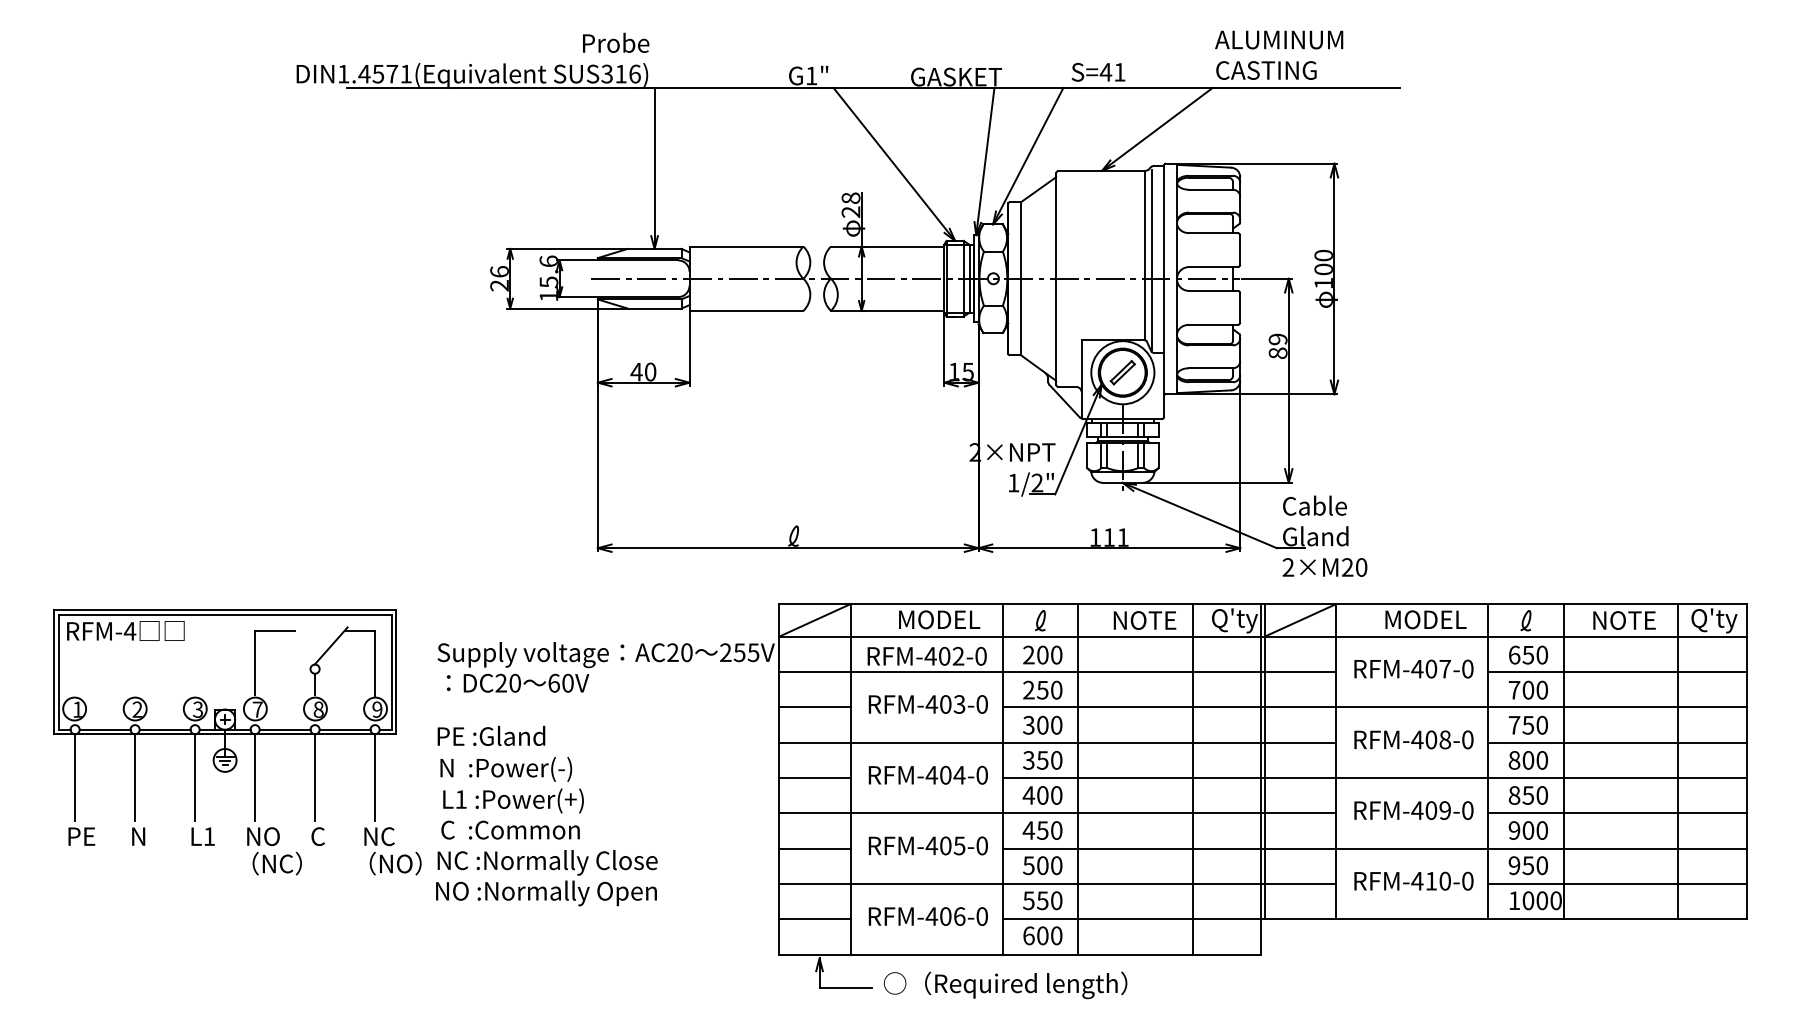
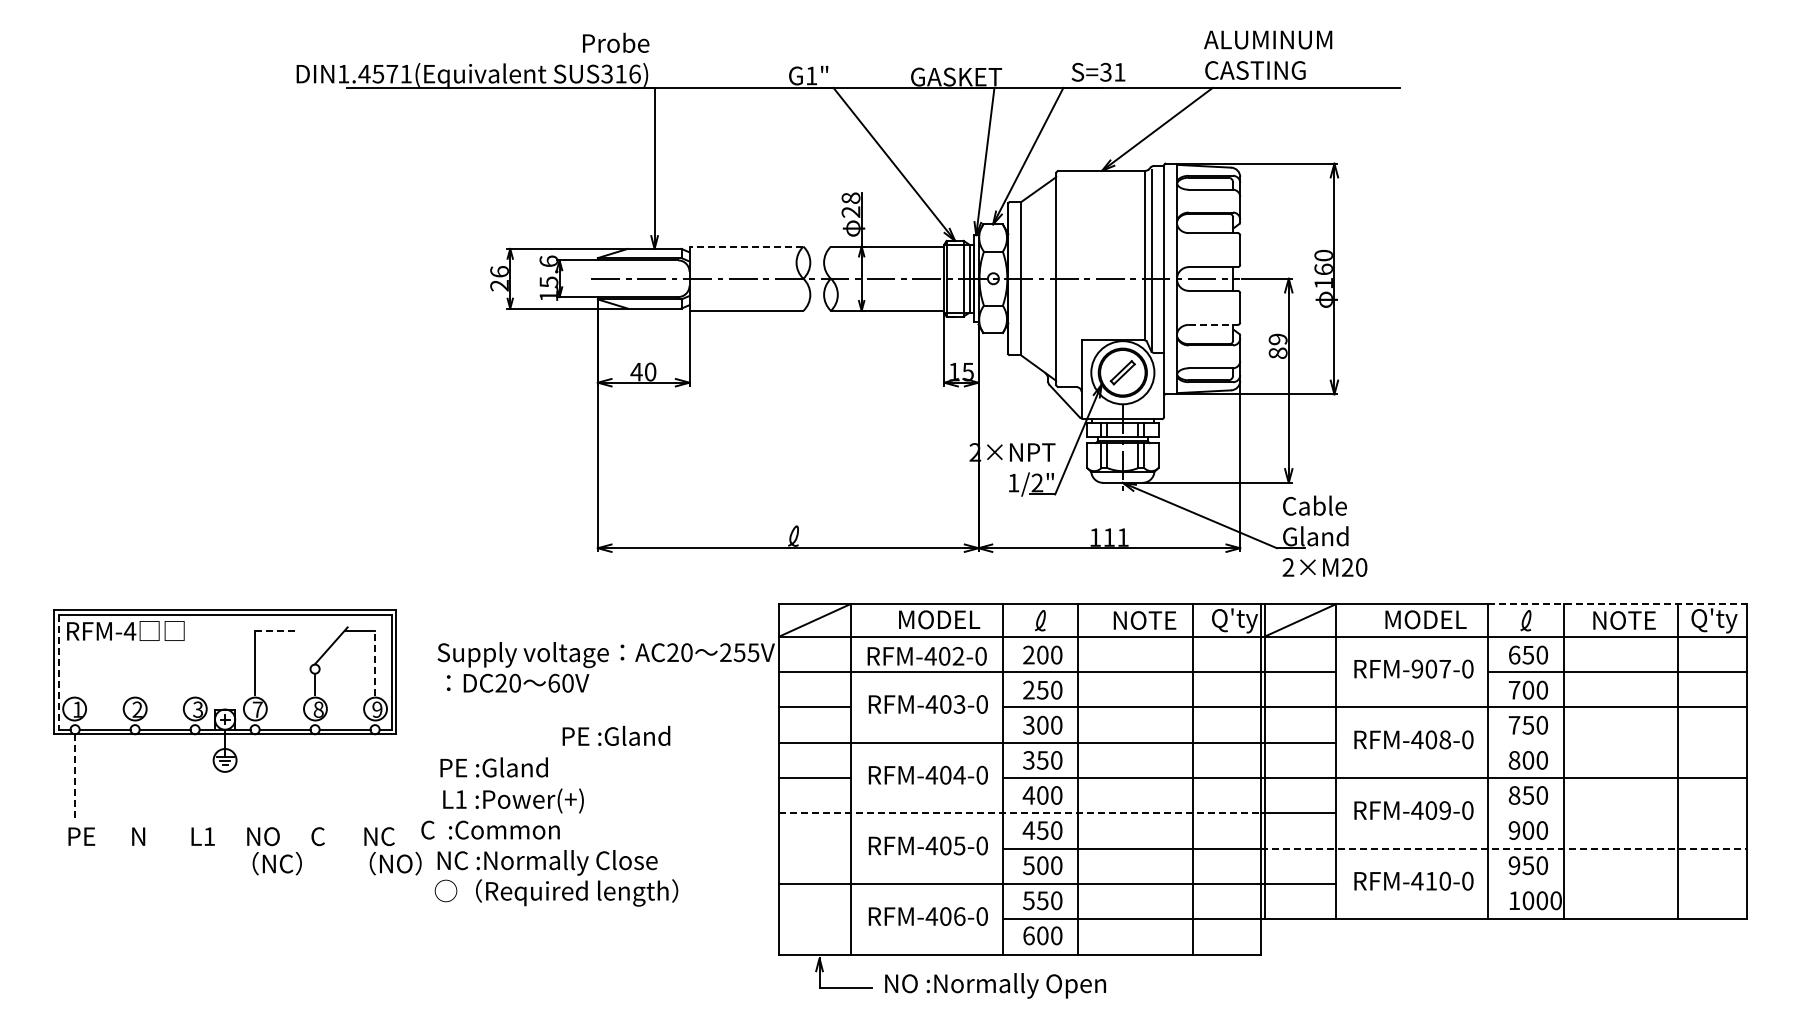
text at (1279, 54) position: (1279, 54) -> (1268, 54)
text at (1105, 71): S=41 -> S=31
line at (746, 246): solid -> dashed
text at (1323, 269): 100 -> 160
line at (1213, 324): solid -> dashed
line at (1618, 604): solid -> dashed
line at (274, 630): solid -> dashed
line at (375, 663): solid -> dashed
text at (1417, 668): RFM-407-0 -> RFM-907-0
line at (58, 672): solid -> dashed
text at (491, 735) position: (491, 735) -> (616, 735)
line at (1617, 742): present -> none
text at (507, 769): N  :Power(-) -> PE :Gland
line at (75, 777): solid -> dashed
line at (135, 777): present -> none
line at (195, 777): present -> none
line at (255, 777): present -> none
line at (315, 777): present -> none
line at (375, 777): present -> none
line at (1020, 813): solid -> dashed
line at (1617, 813): present -> none
text at (510, 829) position: (510, 829) -> (490, 829)
line at (814, 848): present -> none
line at (1504, 848): solid -> dashed
line at (1617, 884): present -> none
text at (556, 892): NO :Normally Open -> ○（Required length）
line at (814, 919): present -> none
text at (1005, 985): ○（Required length） -> NO :Normally Open
